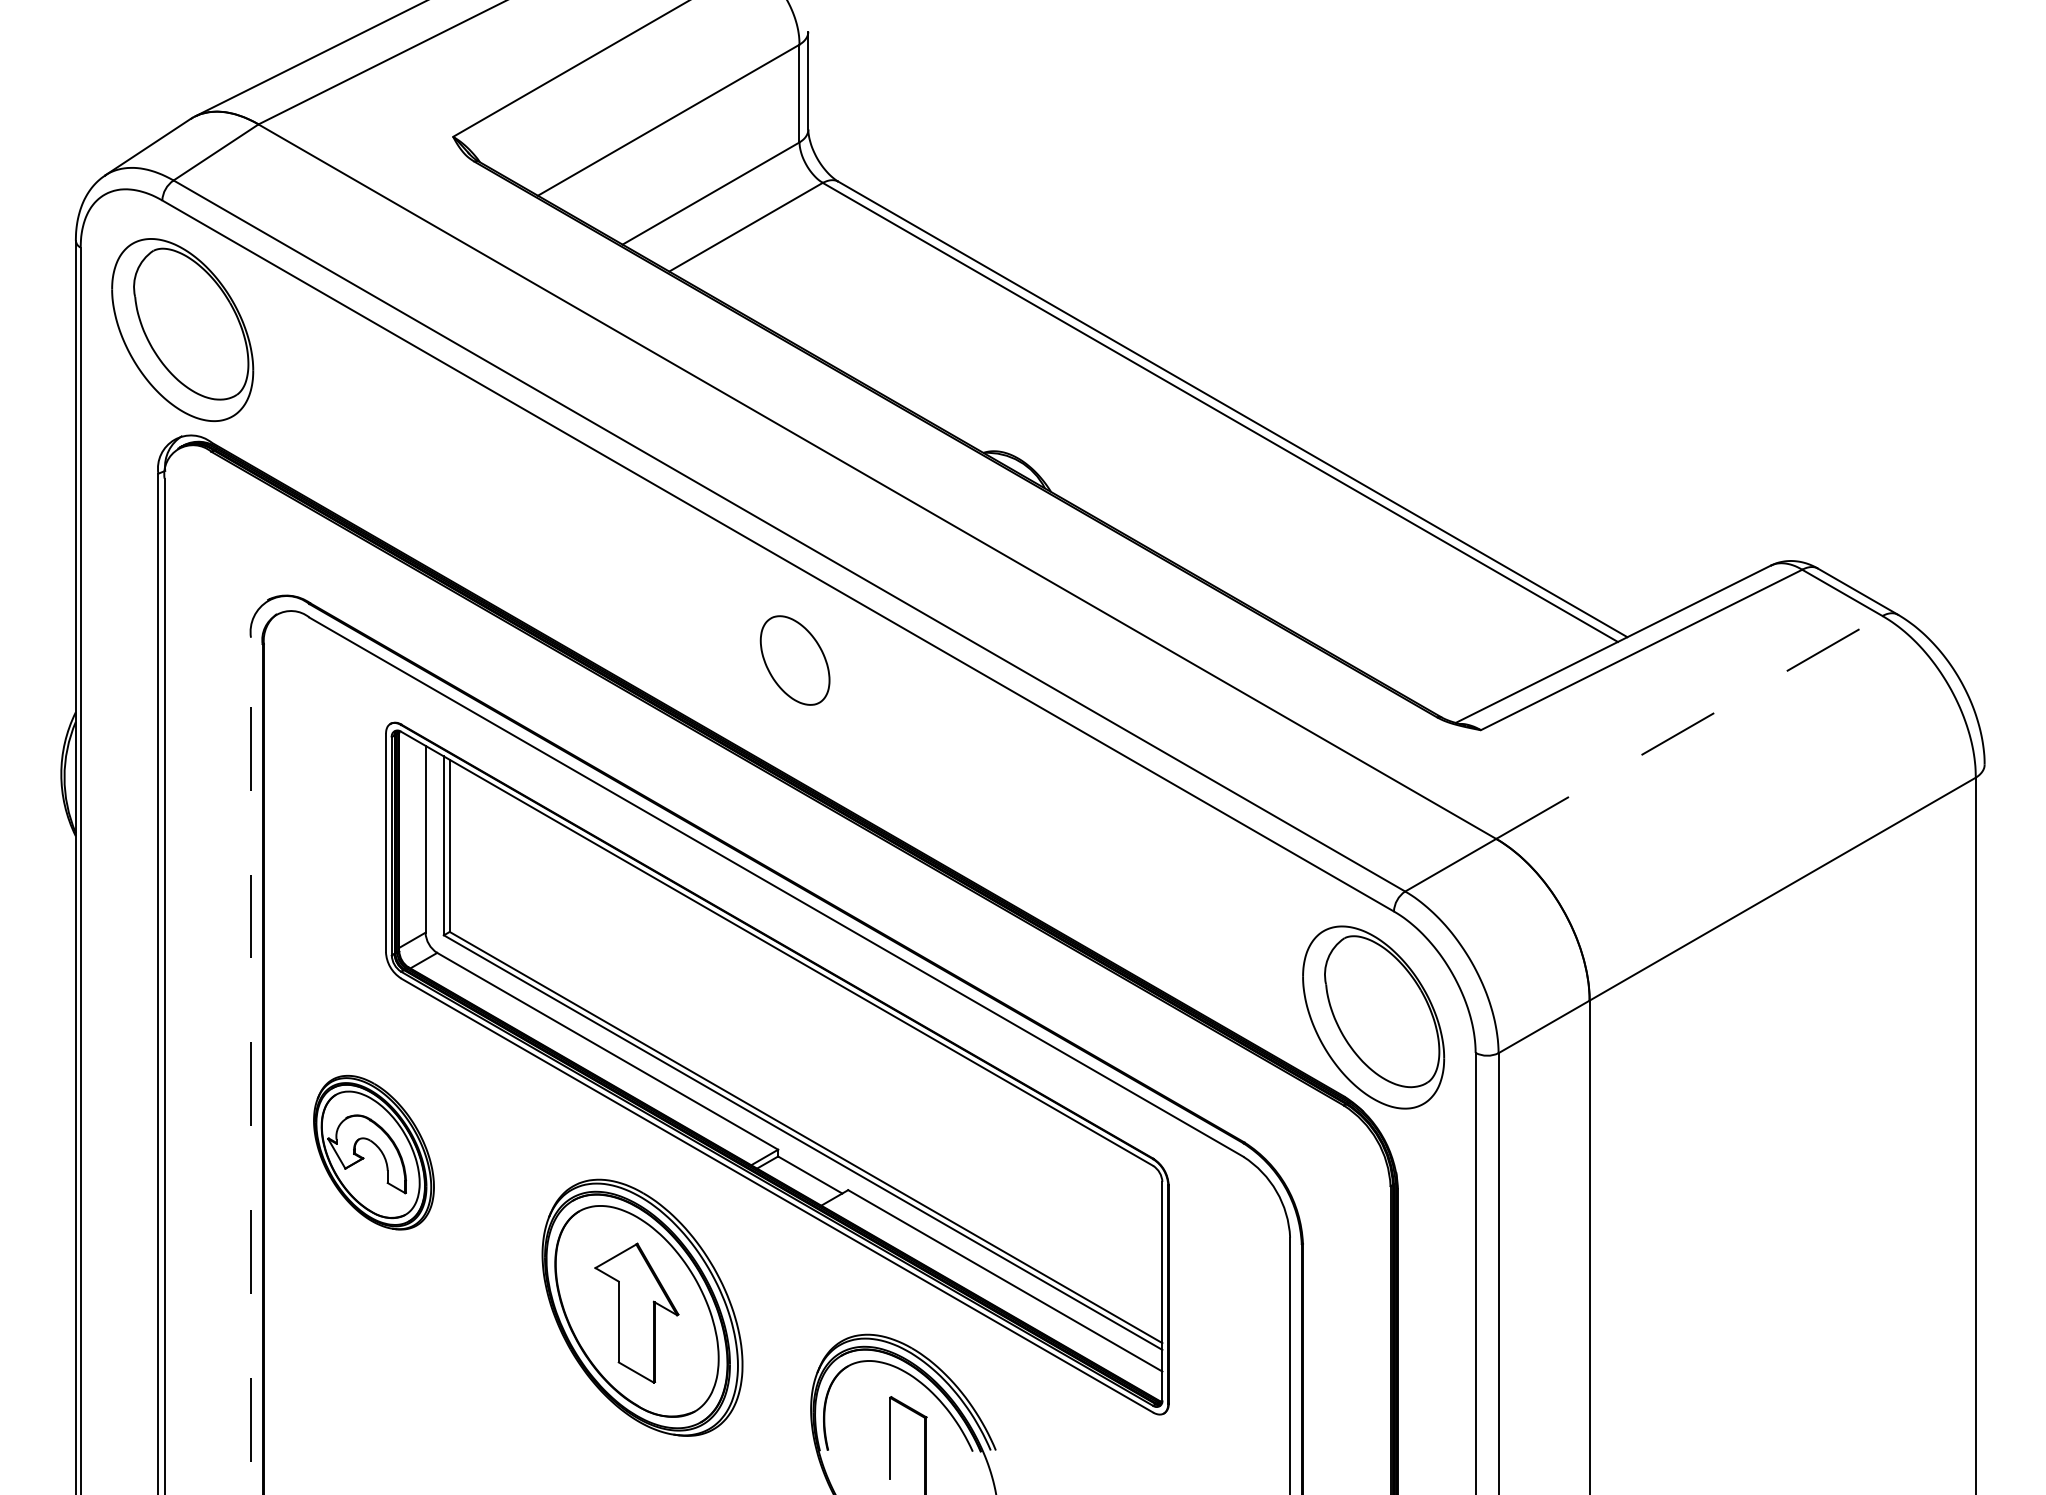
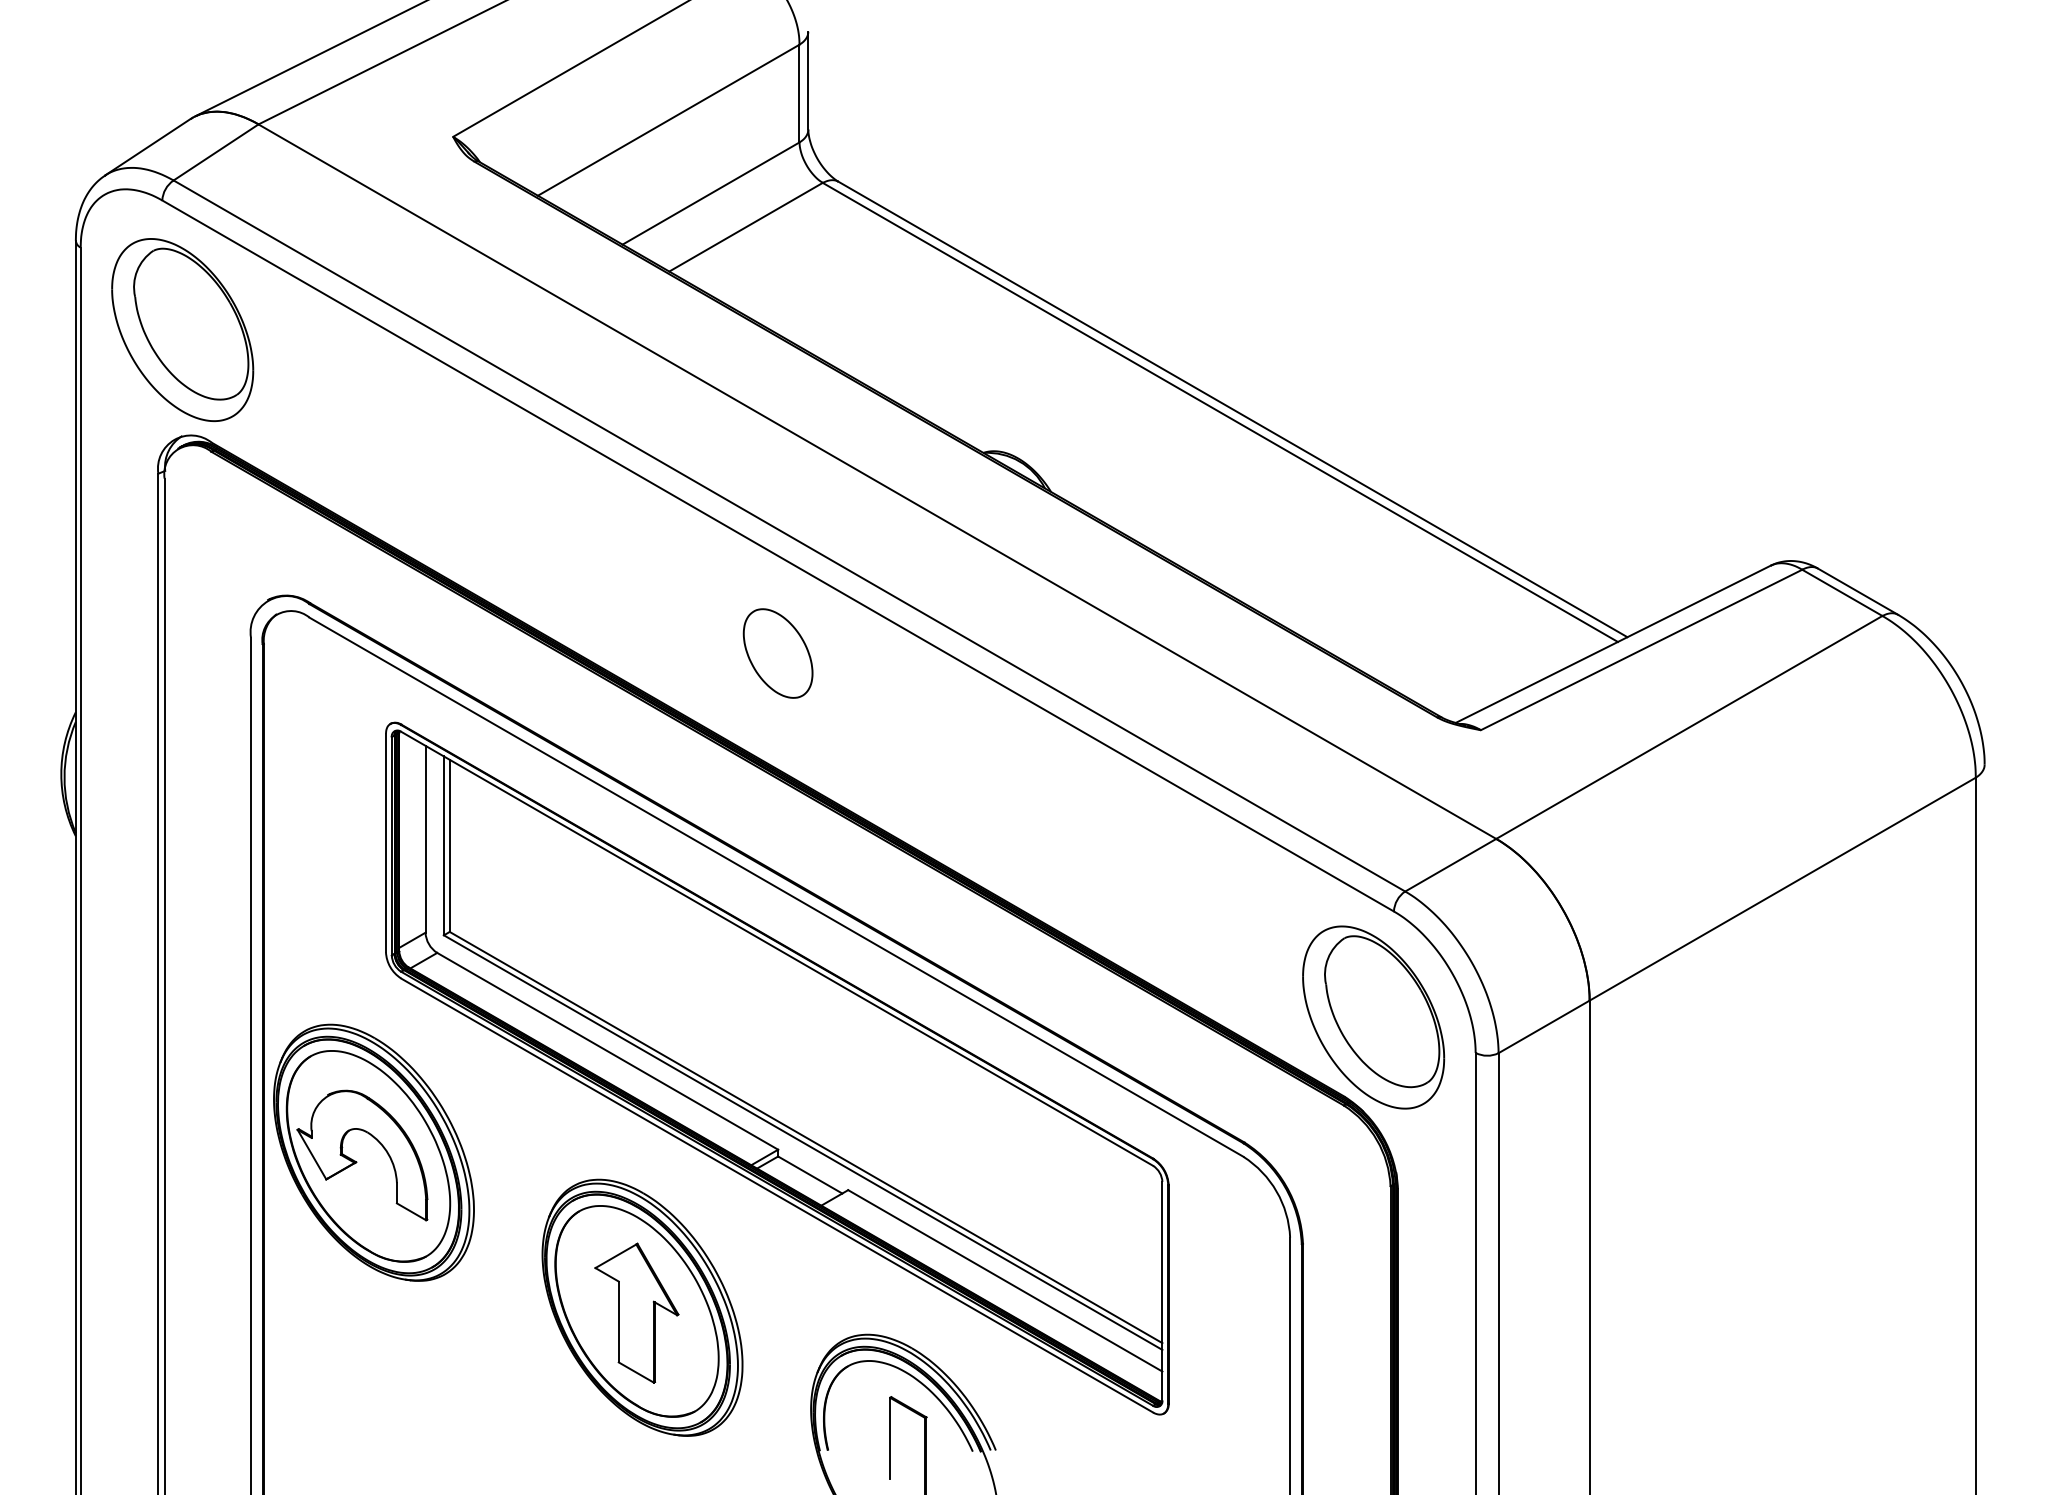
part at (794, 660) position: (794, 660) -> (777, 653)
line at (1689, 727): dashed -> solid
line at (250, 1065): dashed -> solid
part at (373, 1152) size: 122x157 px -> 202x259 px
